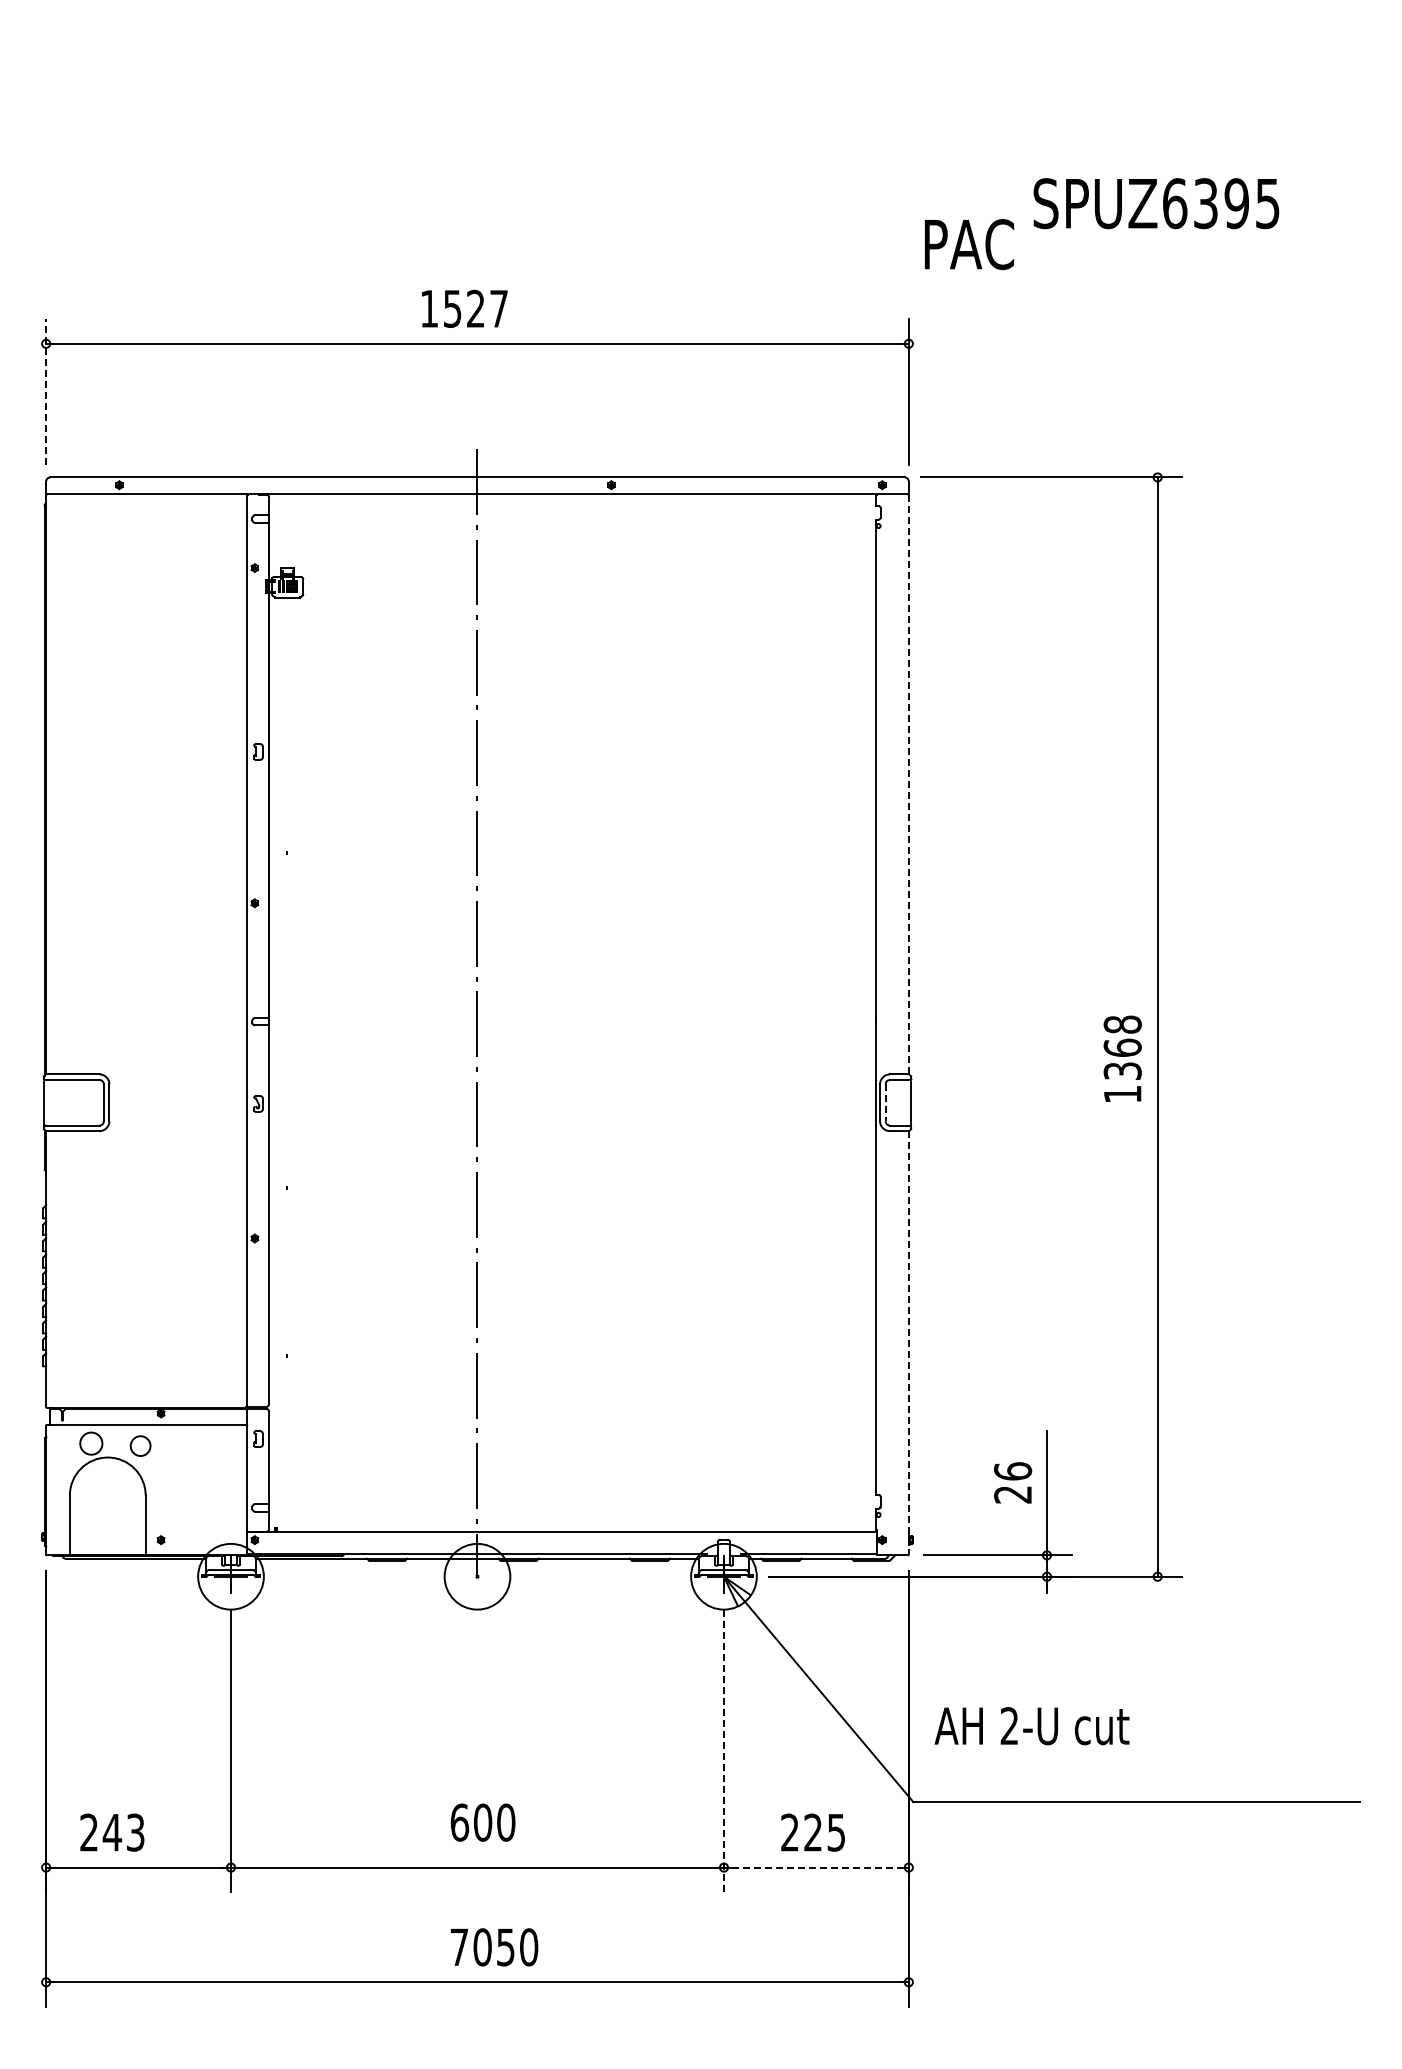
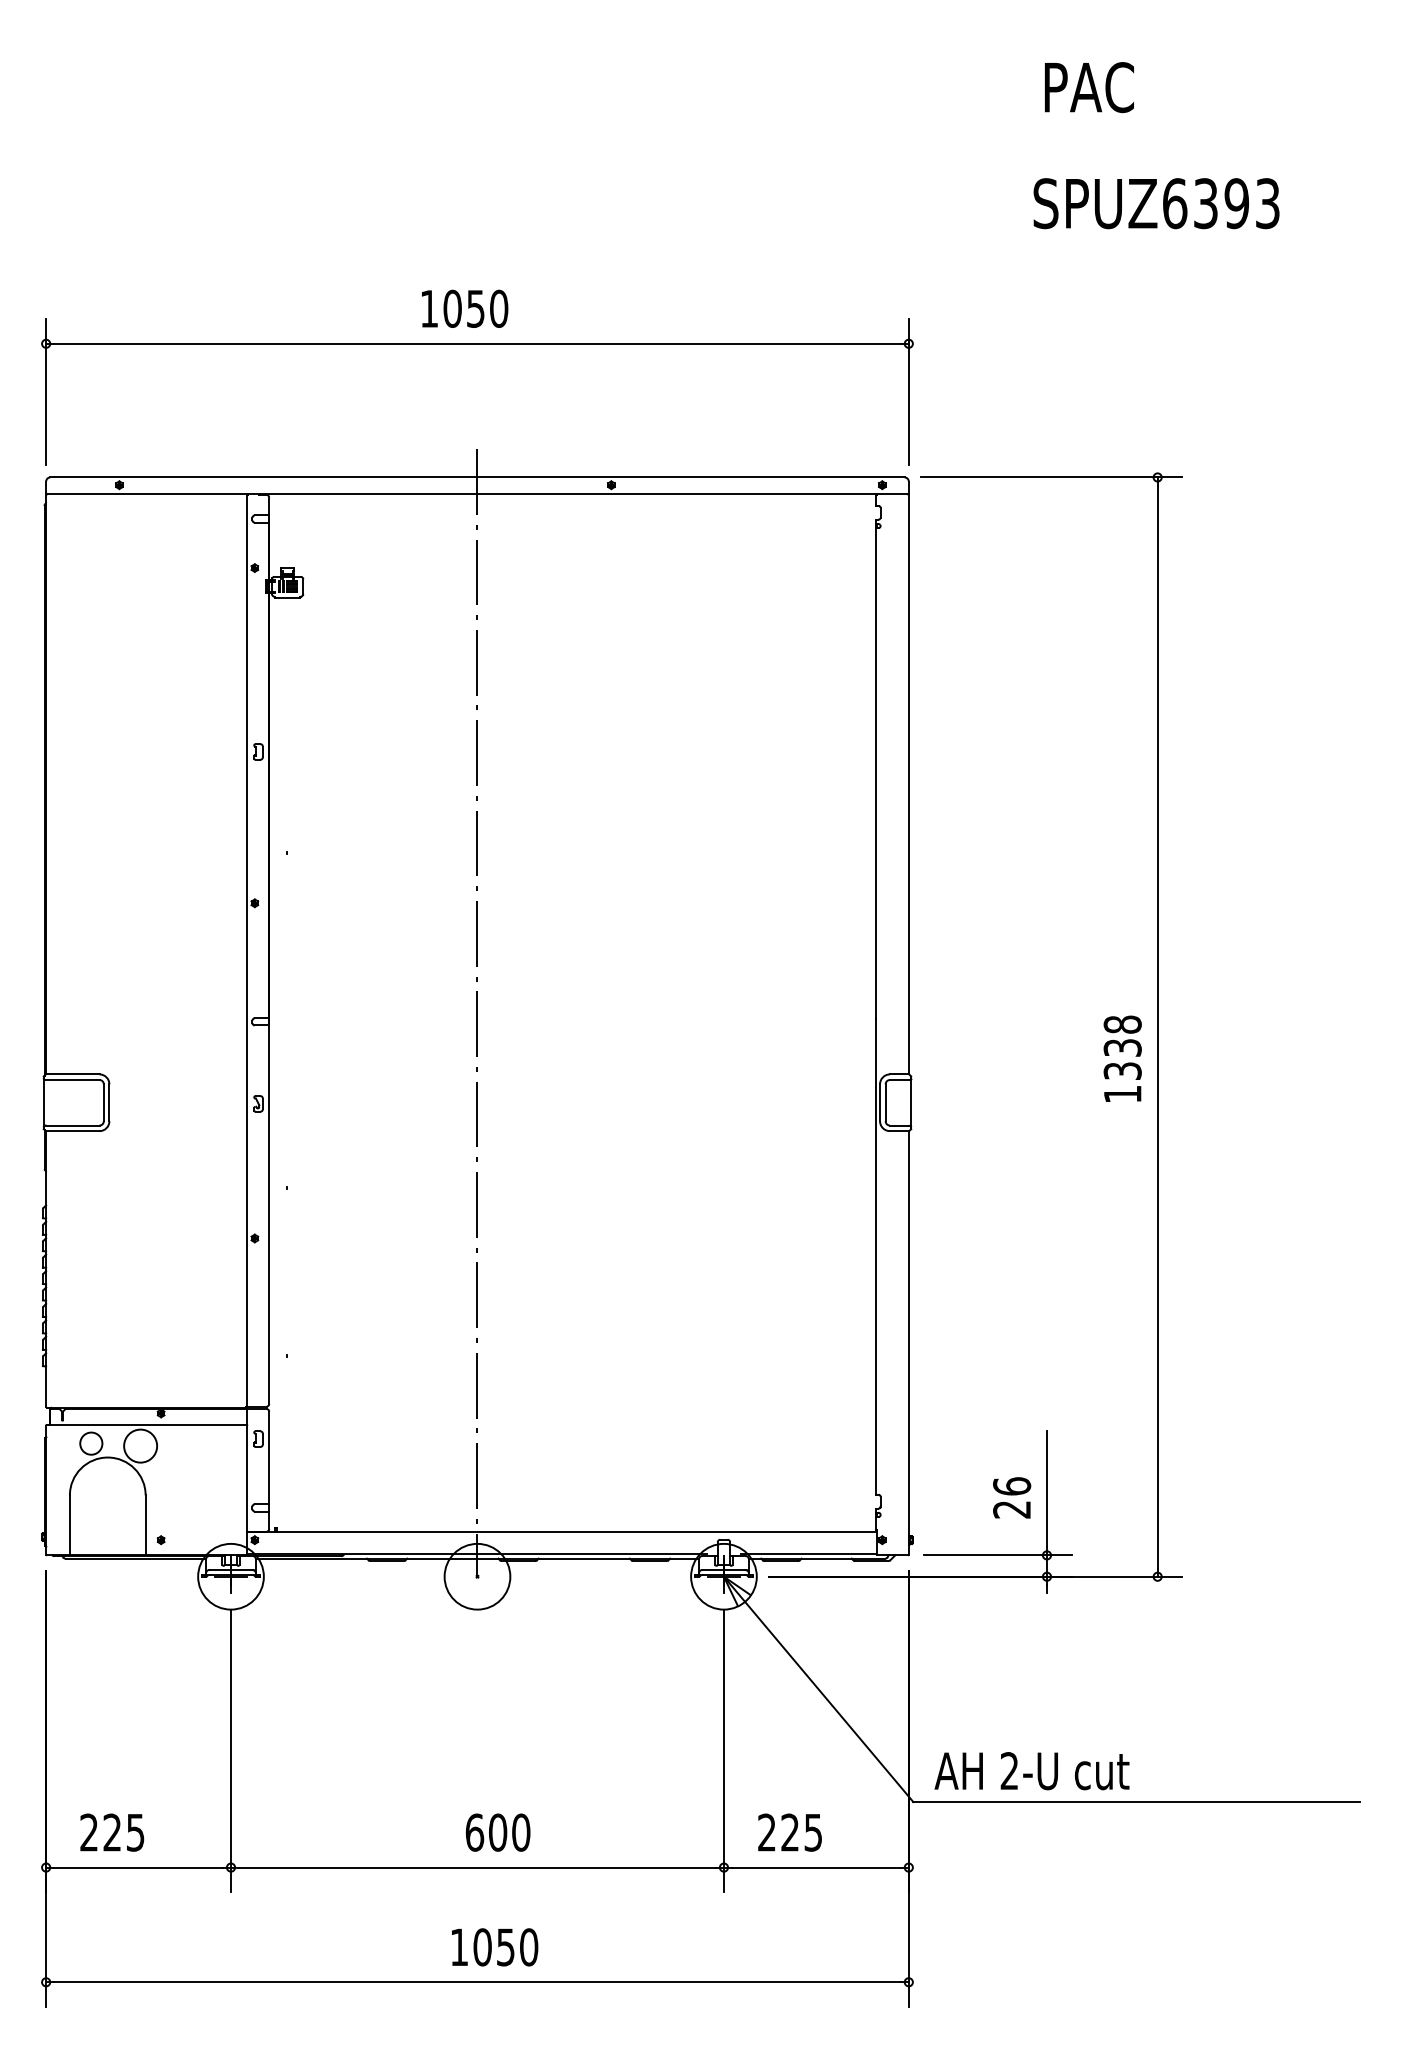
text at (1267, 203): SPUZ6395 -> SPUZ6393
text at (969, 244) position: (969, 244) -> (1089, 87)
text at (475, 308): 1527 -> 1050
line at (46, 392): dashed -> solid
line at (908, 784): dashed -> solid
text at (1122, 1047): 1368 -> 1338
line at (885, 1103): dashed -> solid
line at (908, 1342): dashed -> solid
circle at (140, 1446) diameter: 20 px -> 33 px
text at (1013, 1482) position: (1013, 1482) -> (1012, 1497)
text at (1031, 1726) position: (1031, 1726) -> (1031, 1771)
line at (723, 1751): dashed -> solid
text at (482, 1822) position: (482, 1822) -> (497, 1832)
text at (123, 1832): 243 -> 225
text at (812, 1832) position: (812, 1832) -> (789, 1832)
line at (816, 1867): dashed -> solid
text at (459, 1946): 7050 -> 1050
